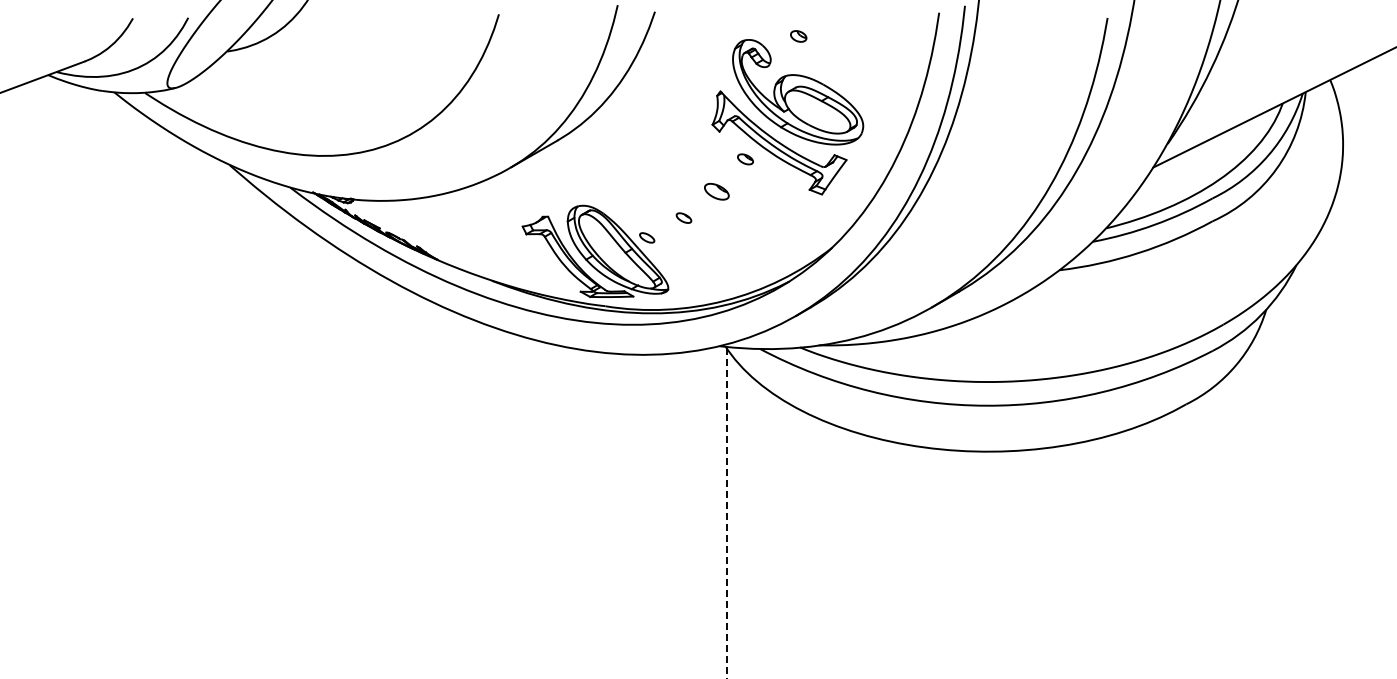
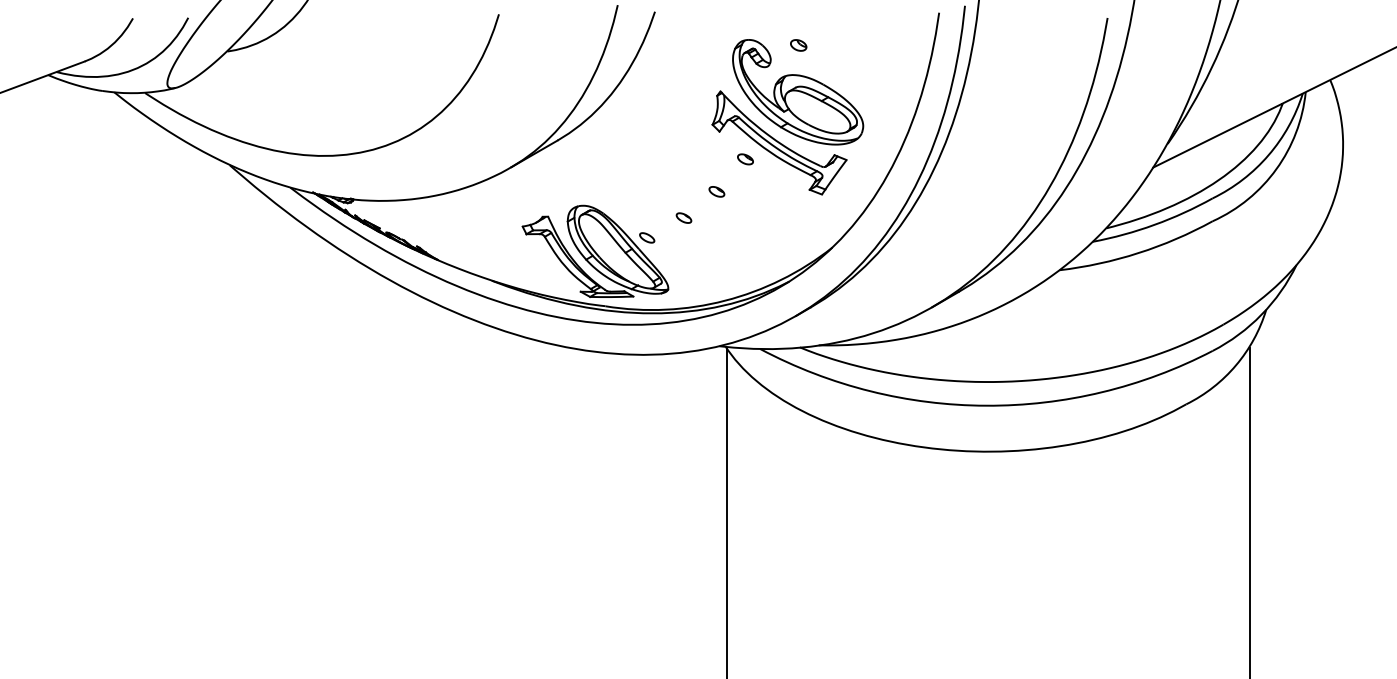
part at (798, 36) position: (798, 36) -> (798, 45)
part at (716, 191) size: 26x18 px -> 18x12 px
line at (1249, 511): none -> present
line at (726, 513): dashed -> solid
